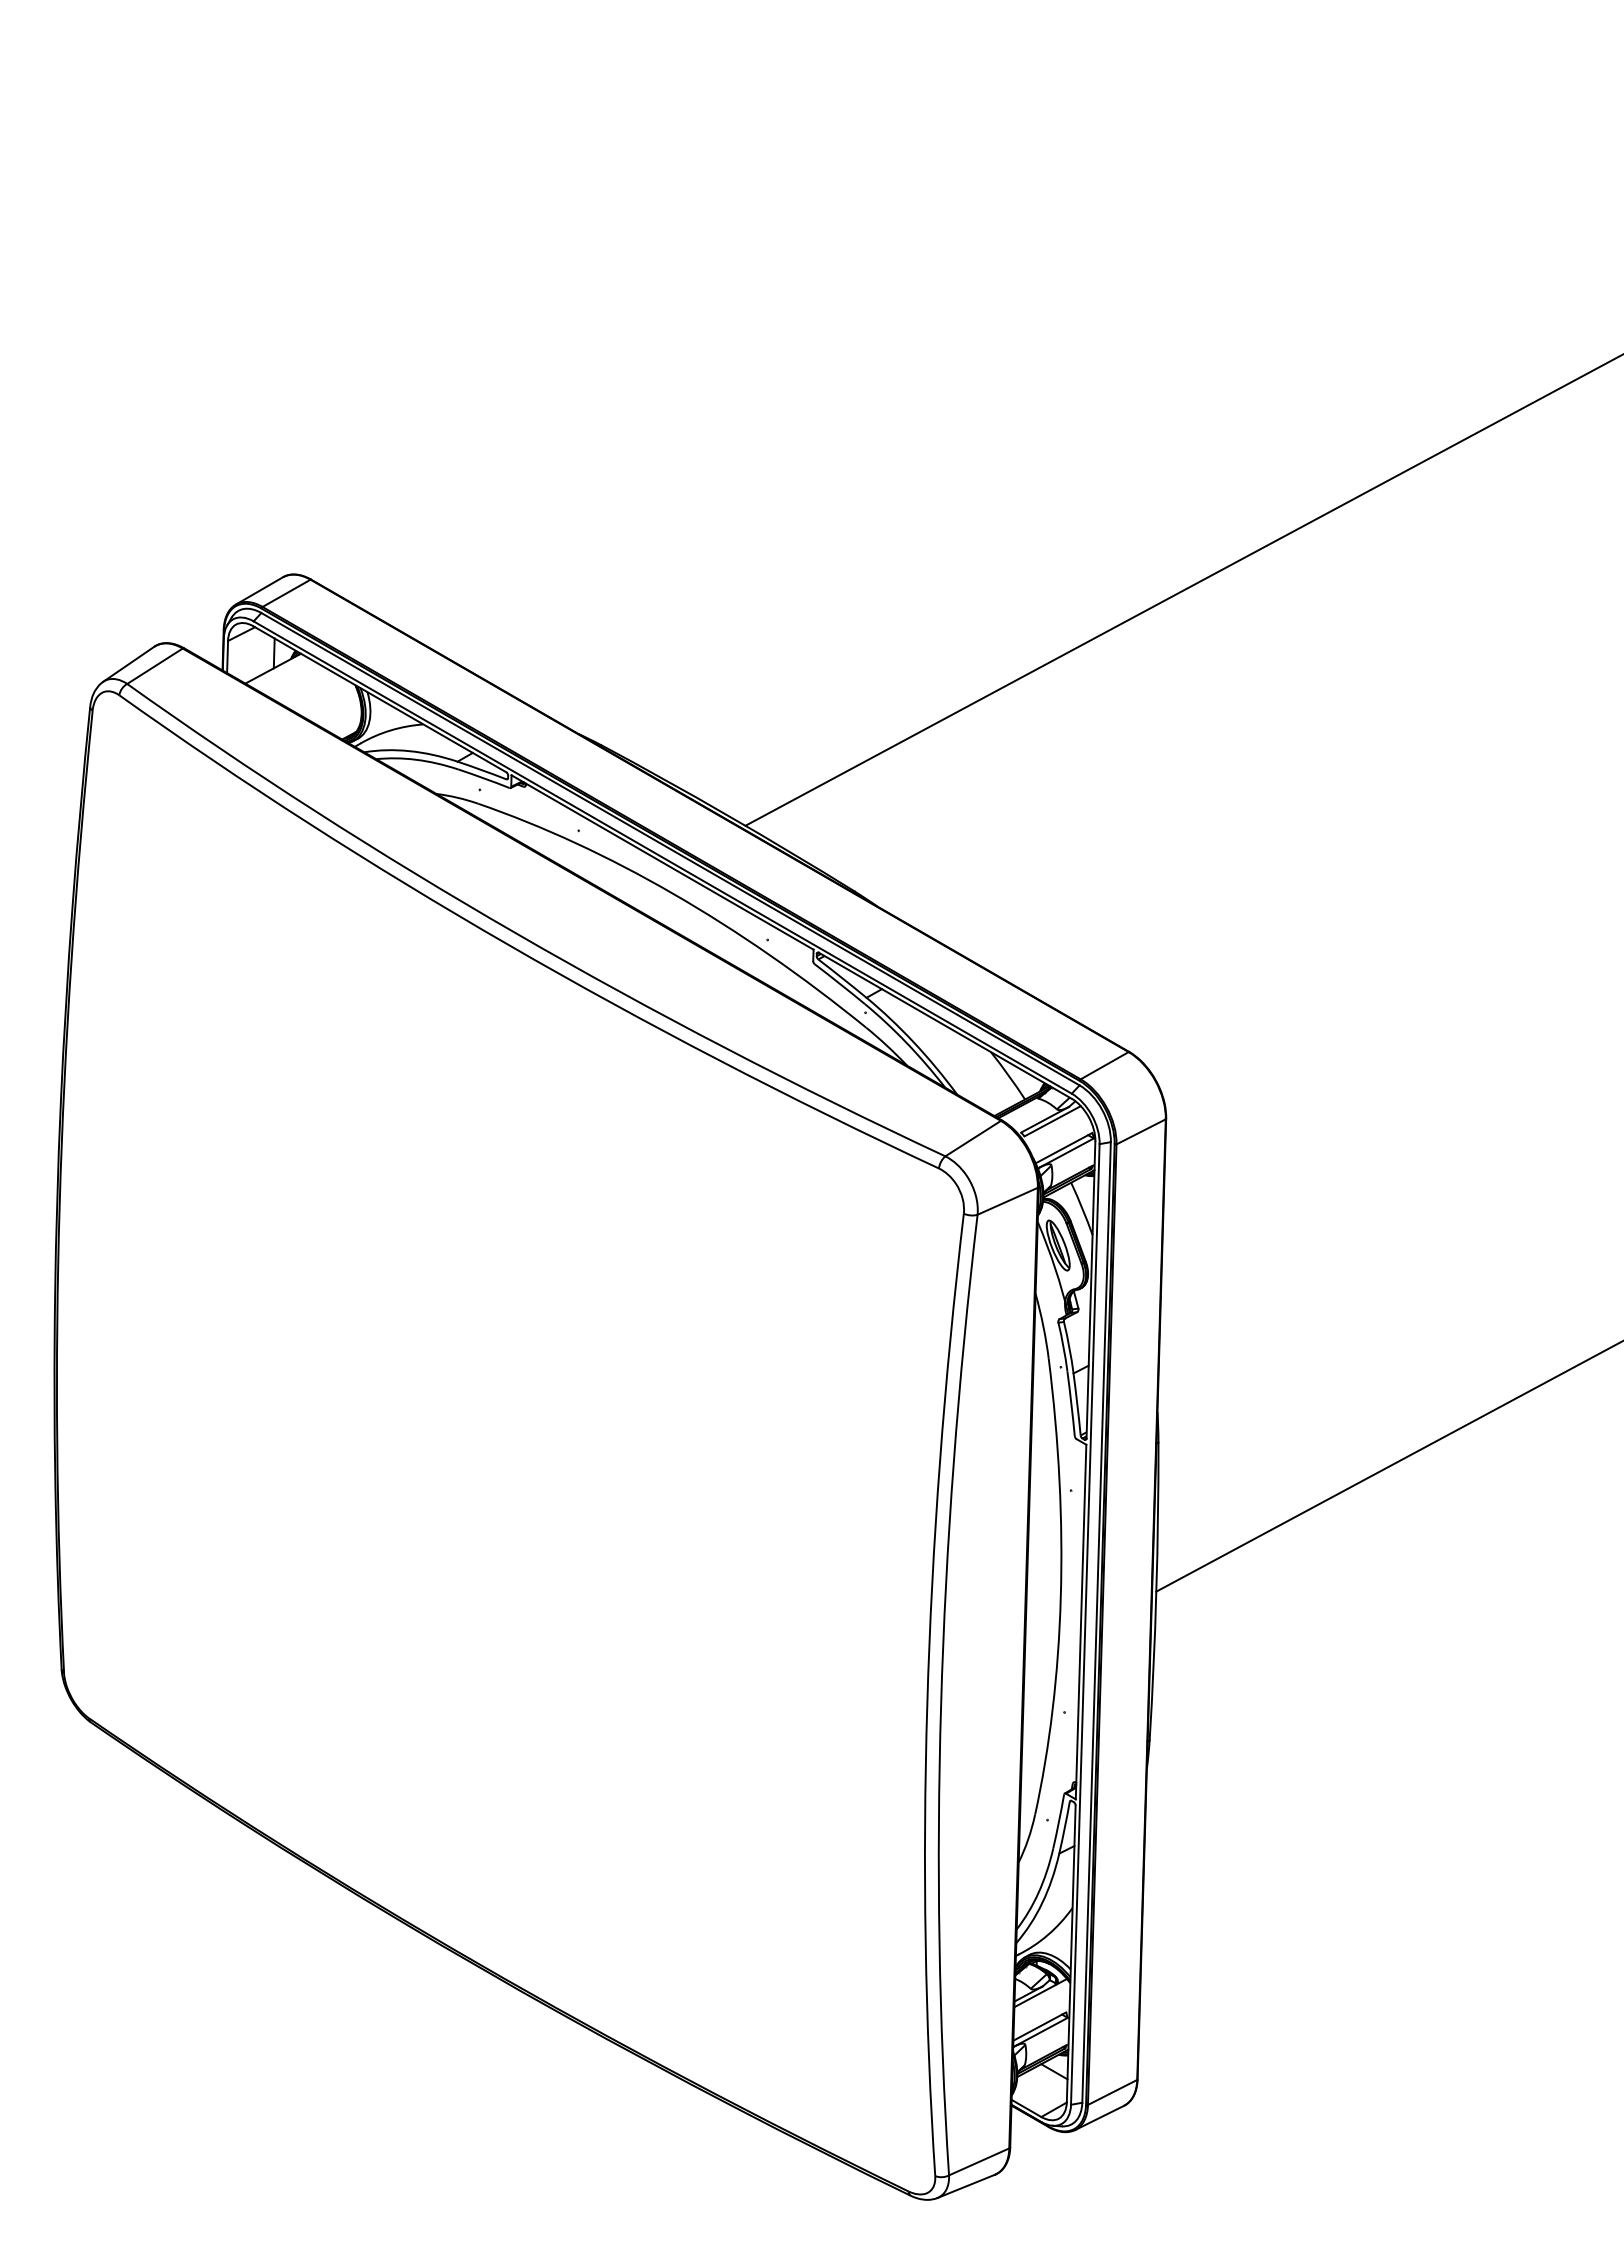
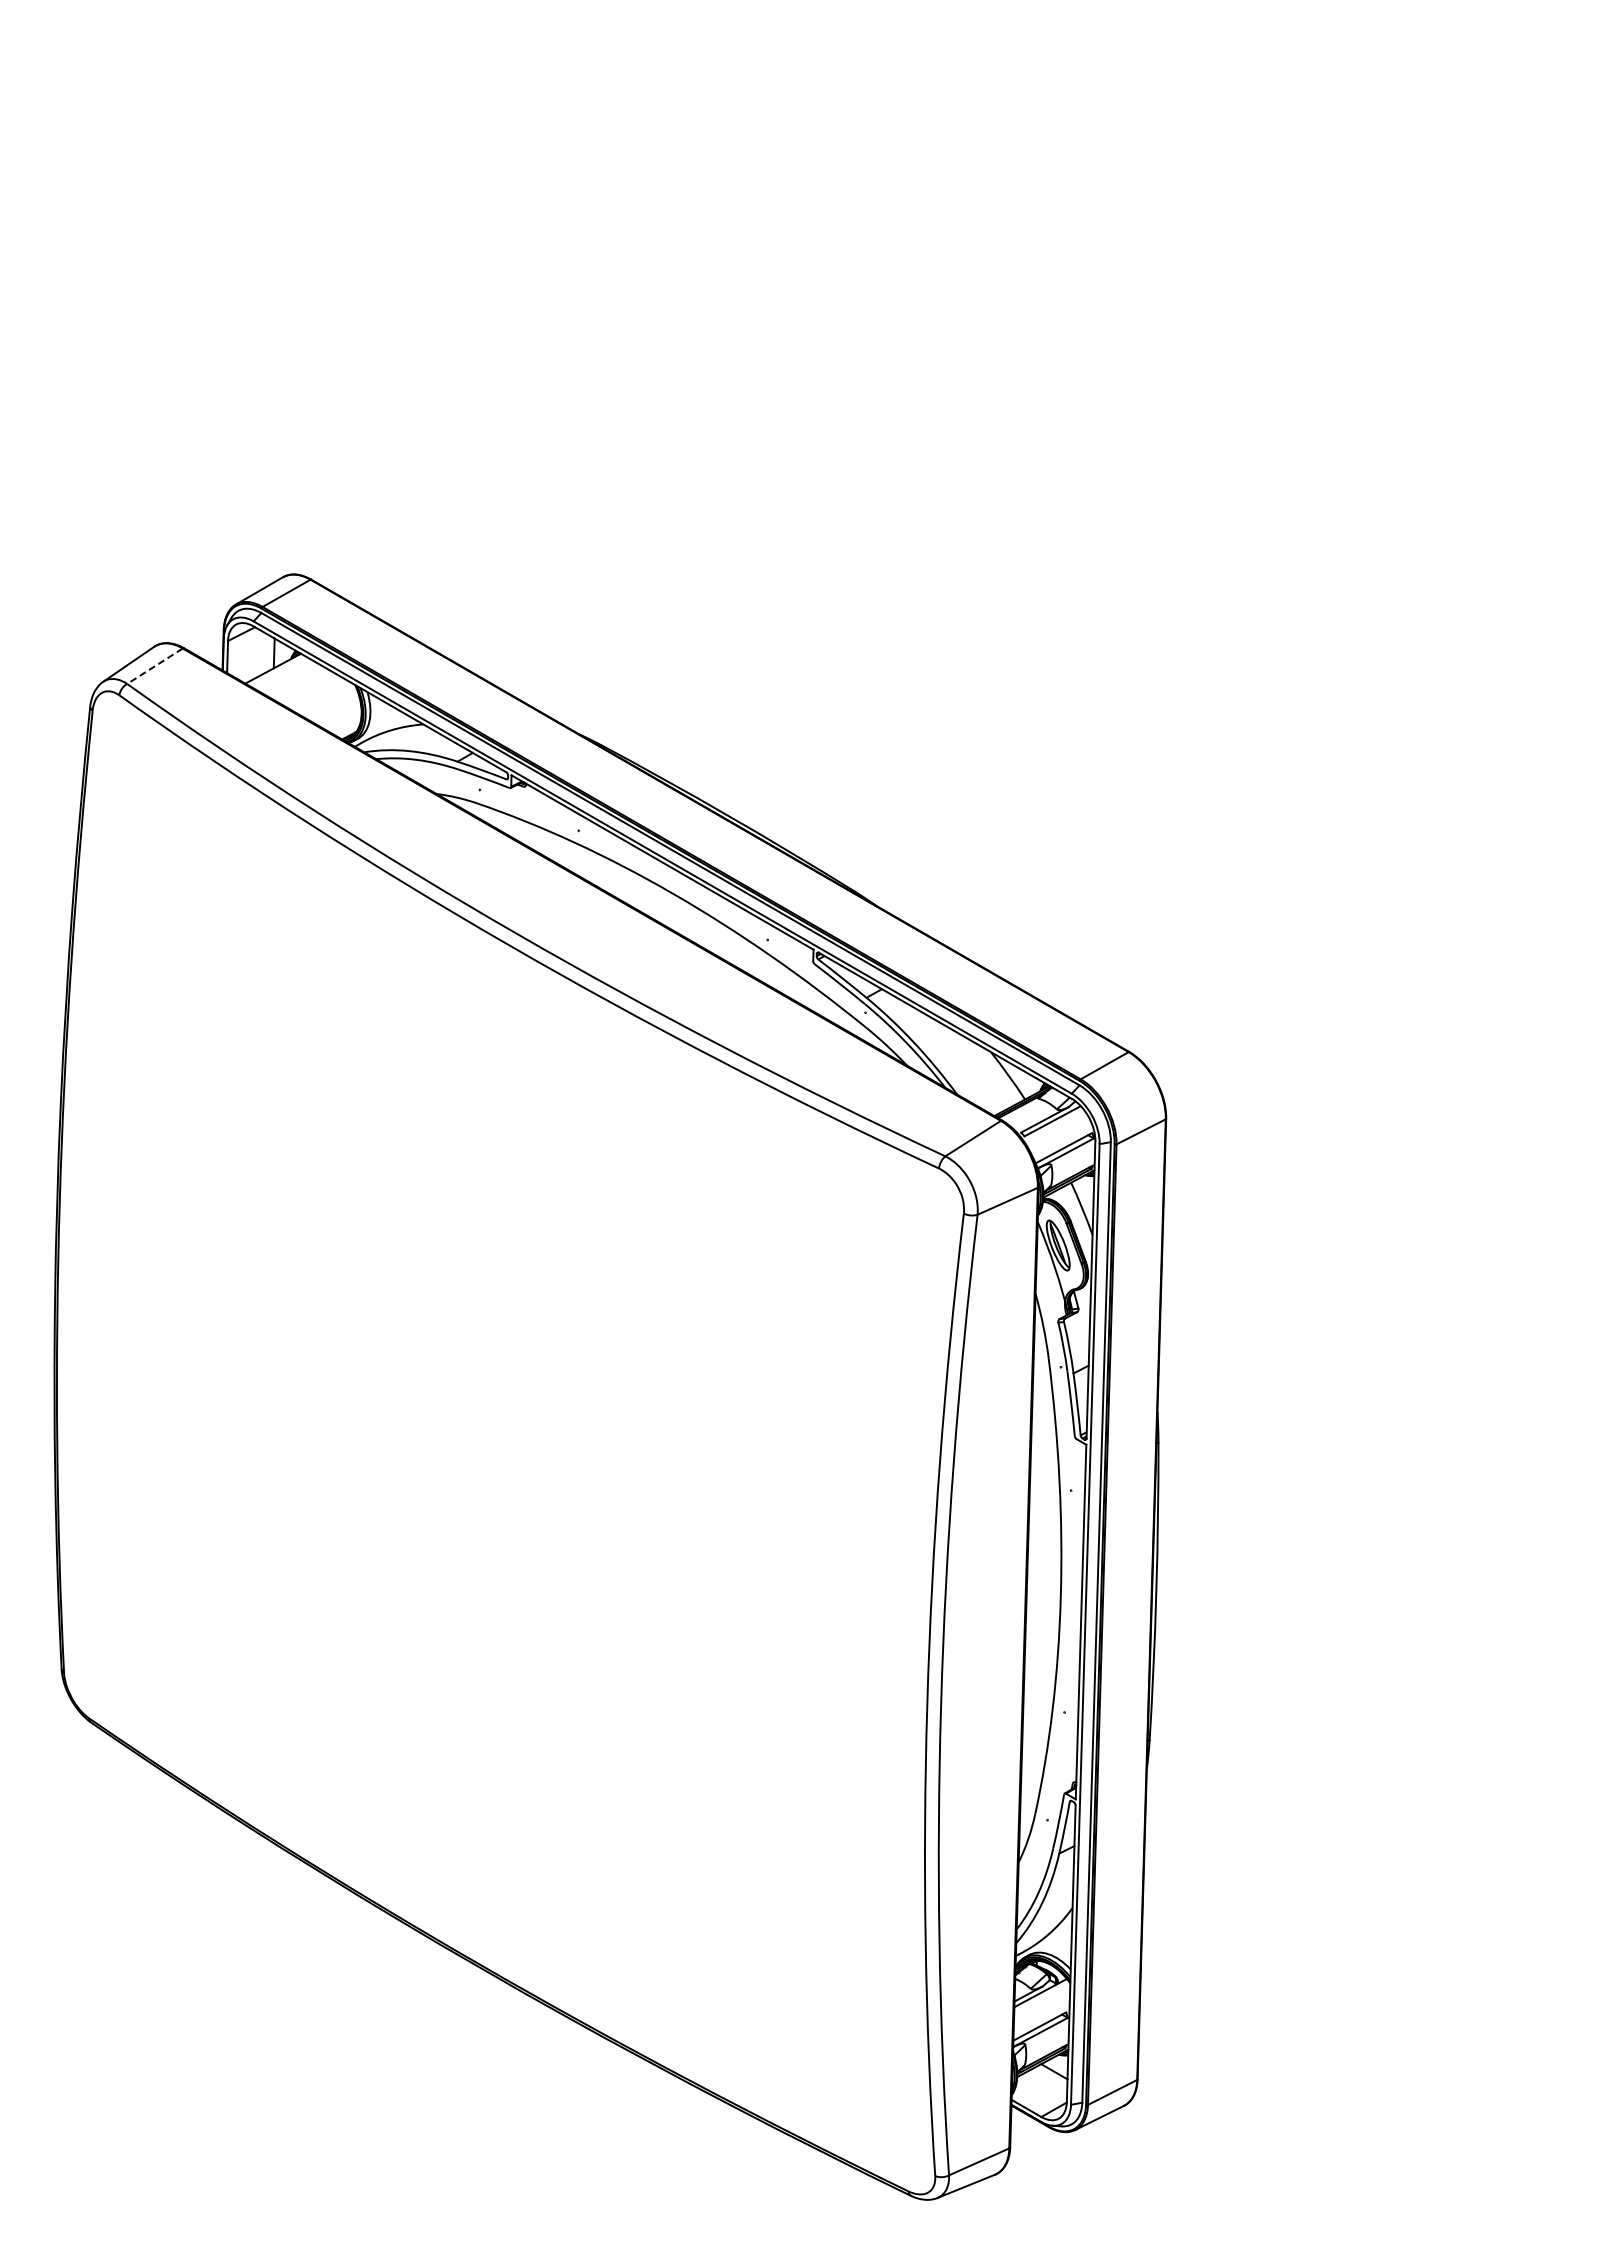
line at (1182, 590): present -> none
line at (155, 666): solid -> dashed
line at (1388, 1466): present -> none
